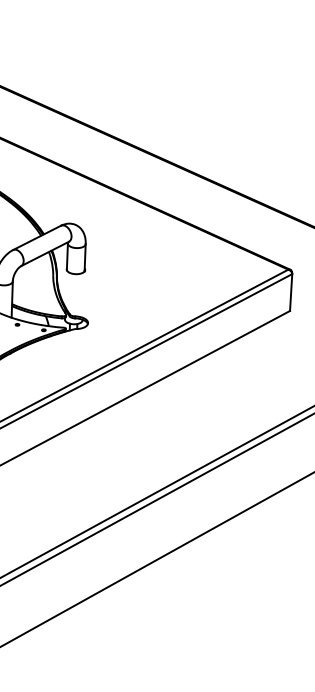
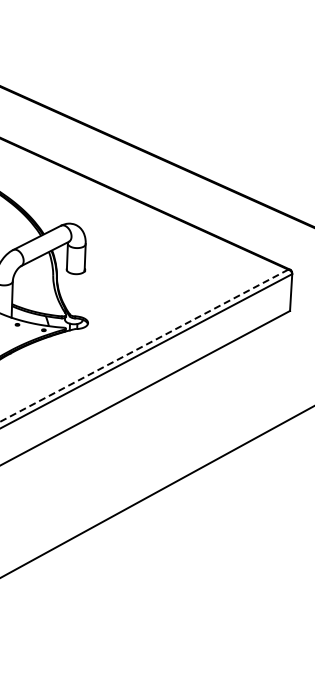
line at (144, 345): solid -> dashed
line at (156, 499): present -> none
line at (156, 559): present -> none
